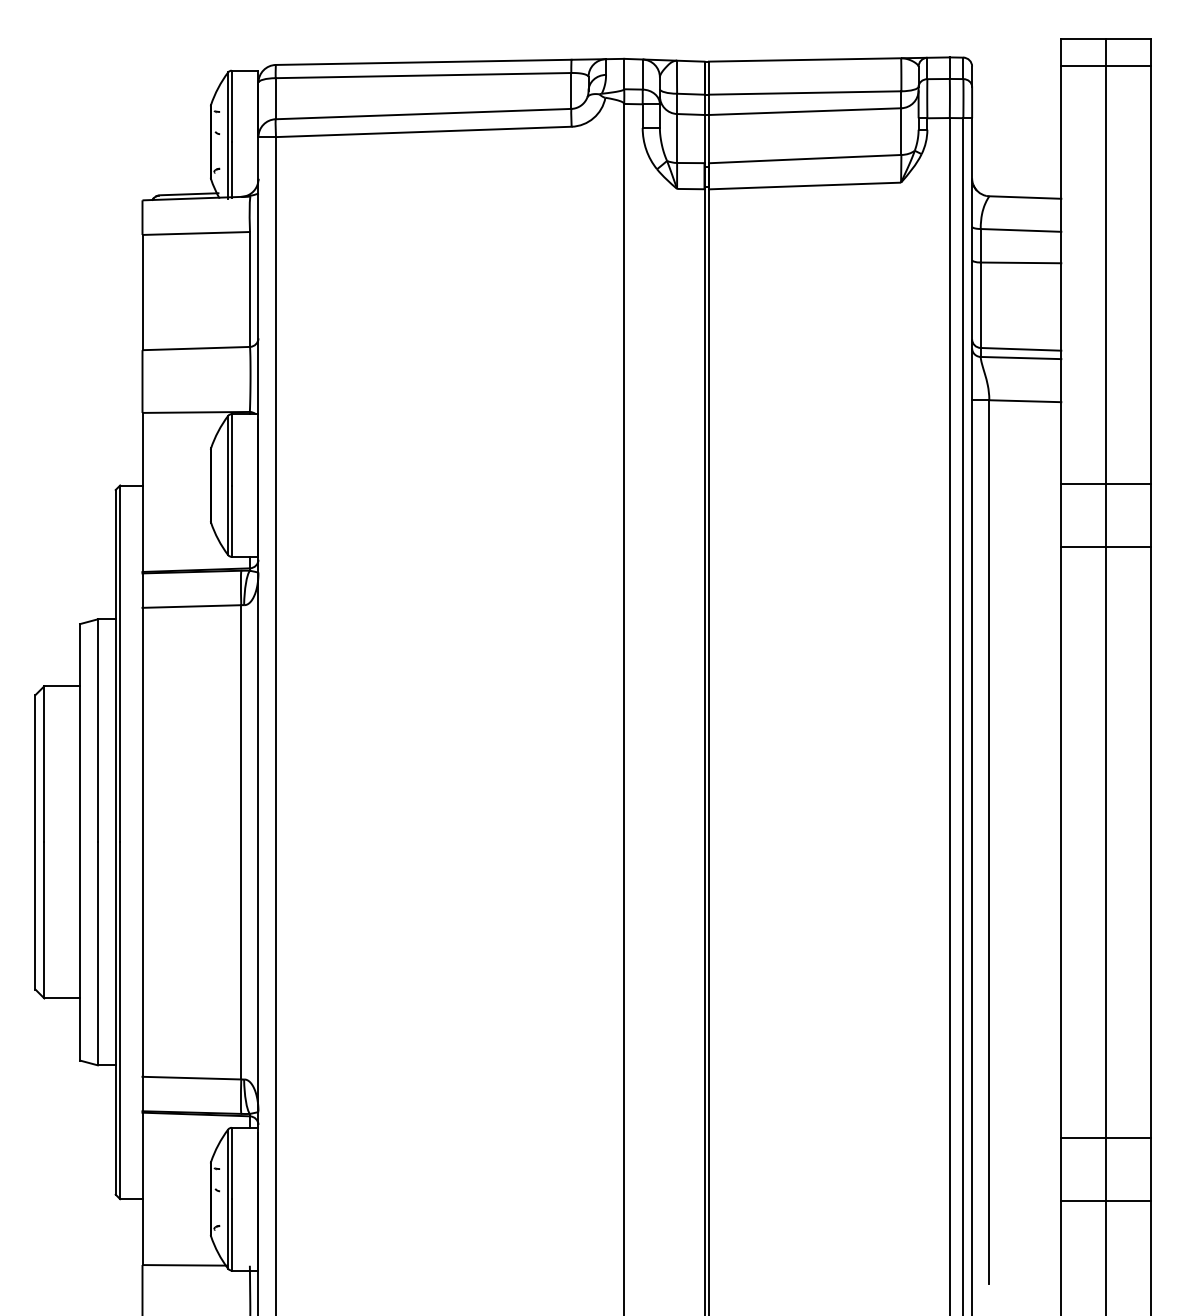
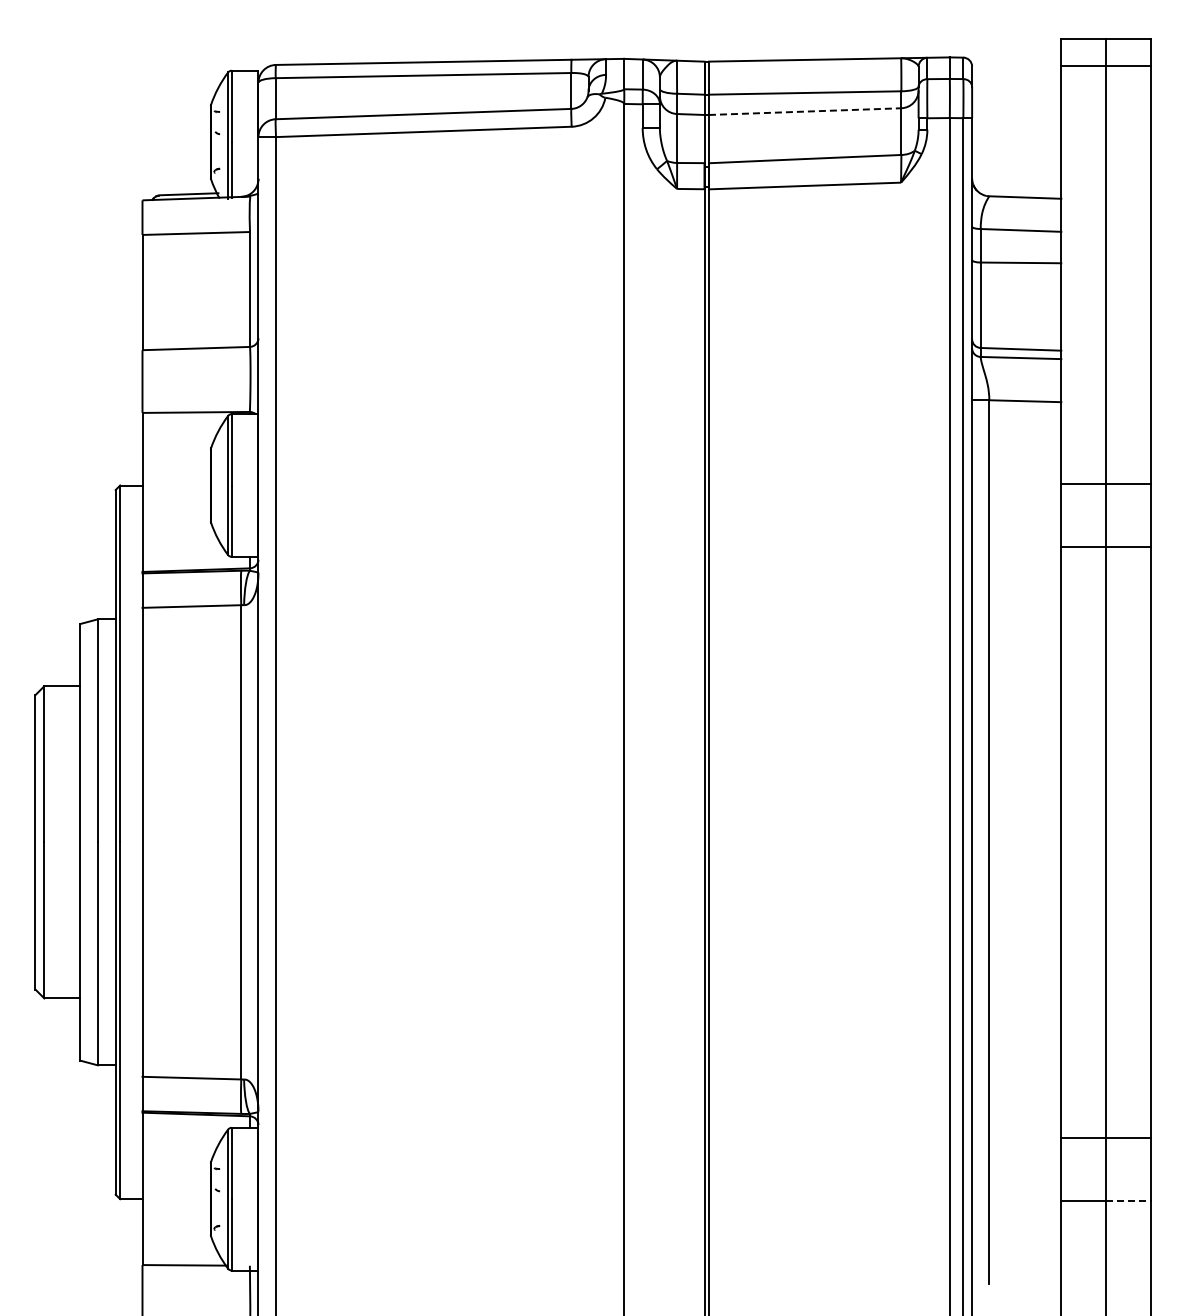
line at (805, 111): solid -> dashed
line at (1128, 1201): solid -> dashed
